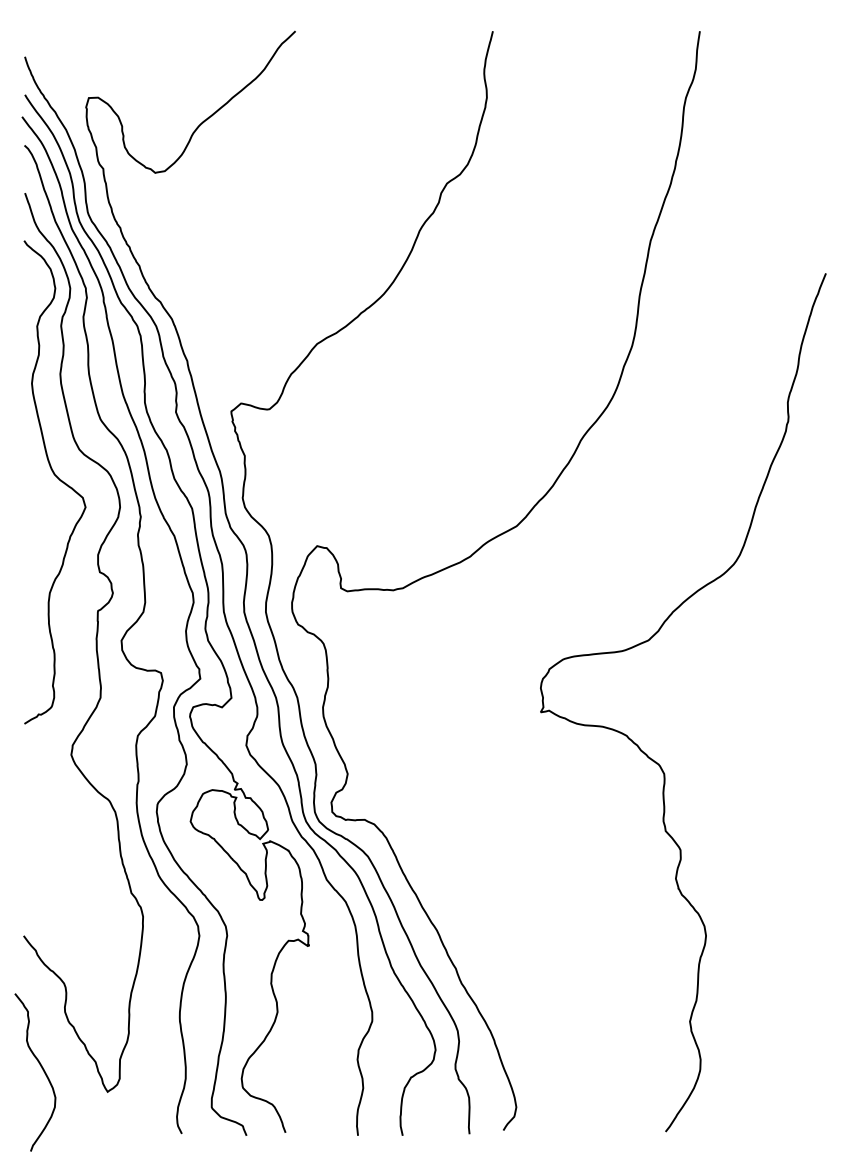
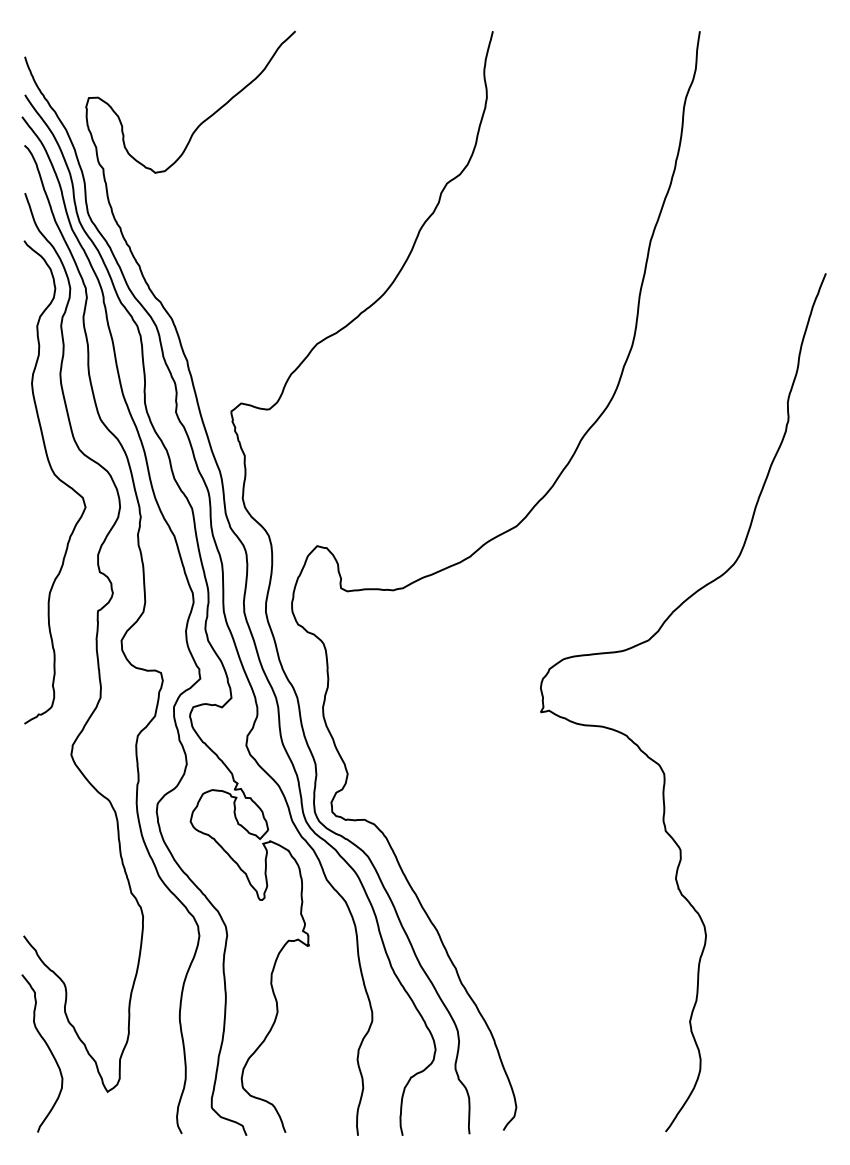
curve at (41, 1068) position: (41, 1068) -> (48, 1049)
